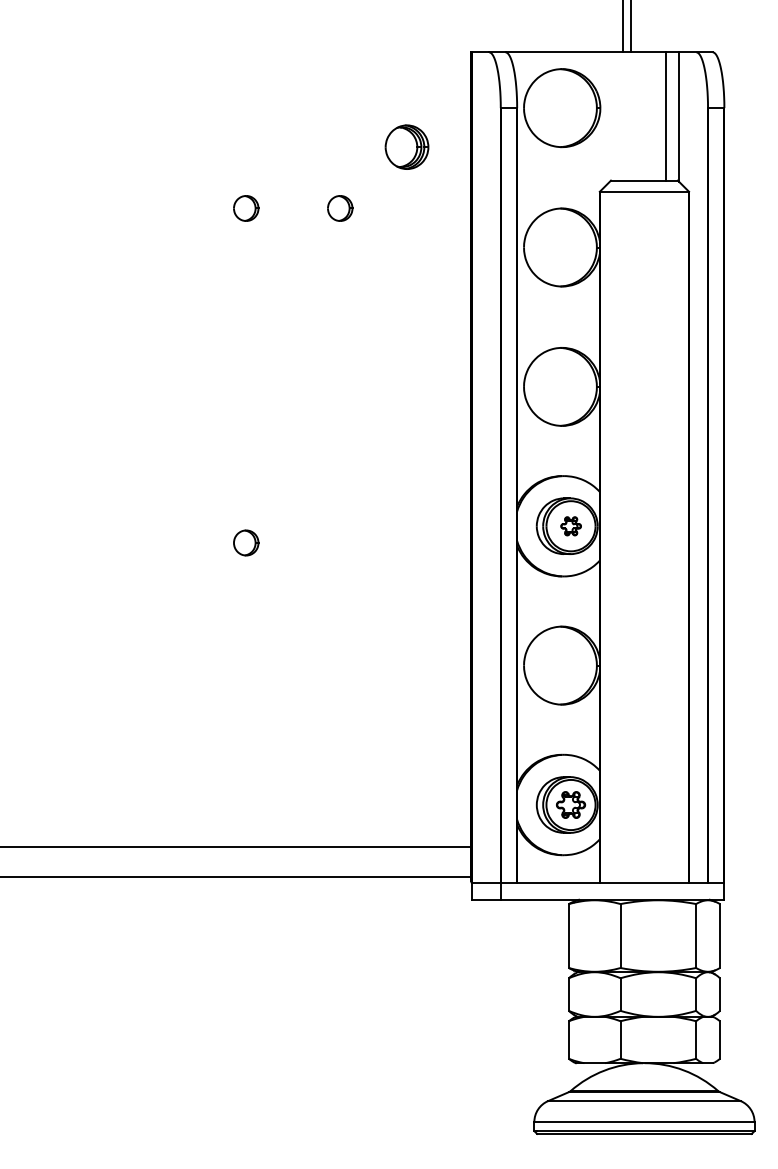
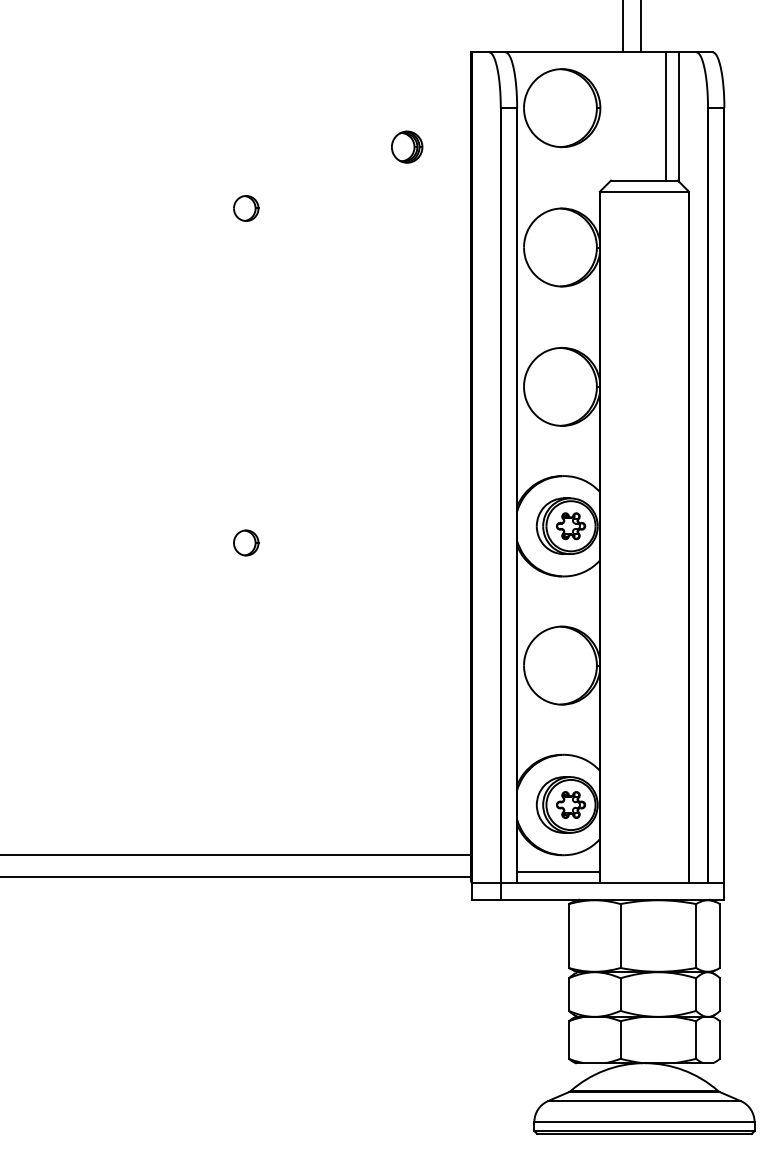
line at (630, 27) position: (630, 27) -> (640, 27)
part at (406, 146) size: 46x46 px -> 33x34 px
part at (340, 208): present -> none
part at (570, 526) size: 22x21 px -> 31x29 px
line at (236, 847) position: (236, 847) -> (236, 855)
line at (558, 871): none -> present
